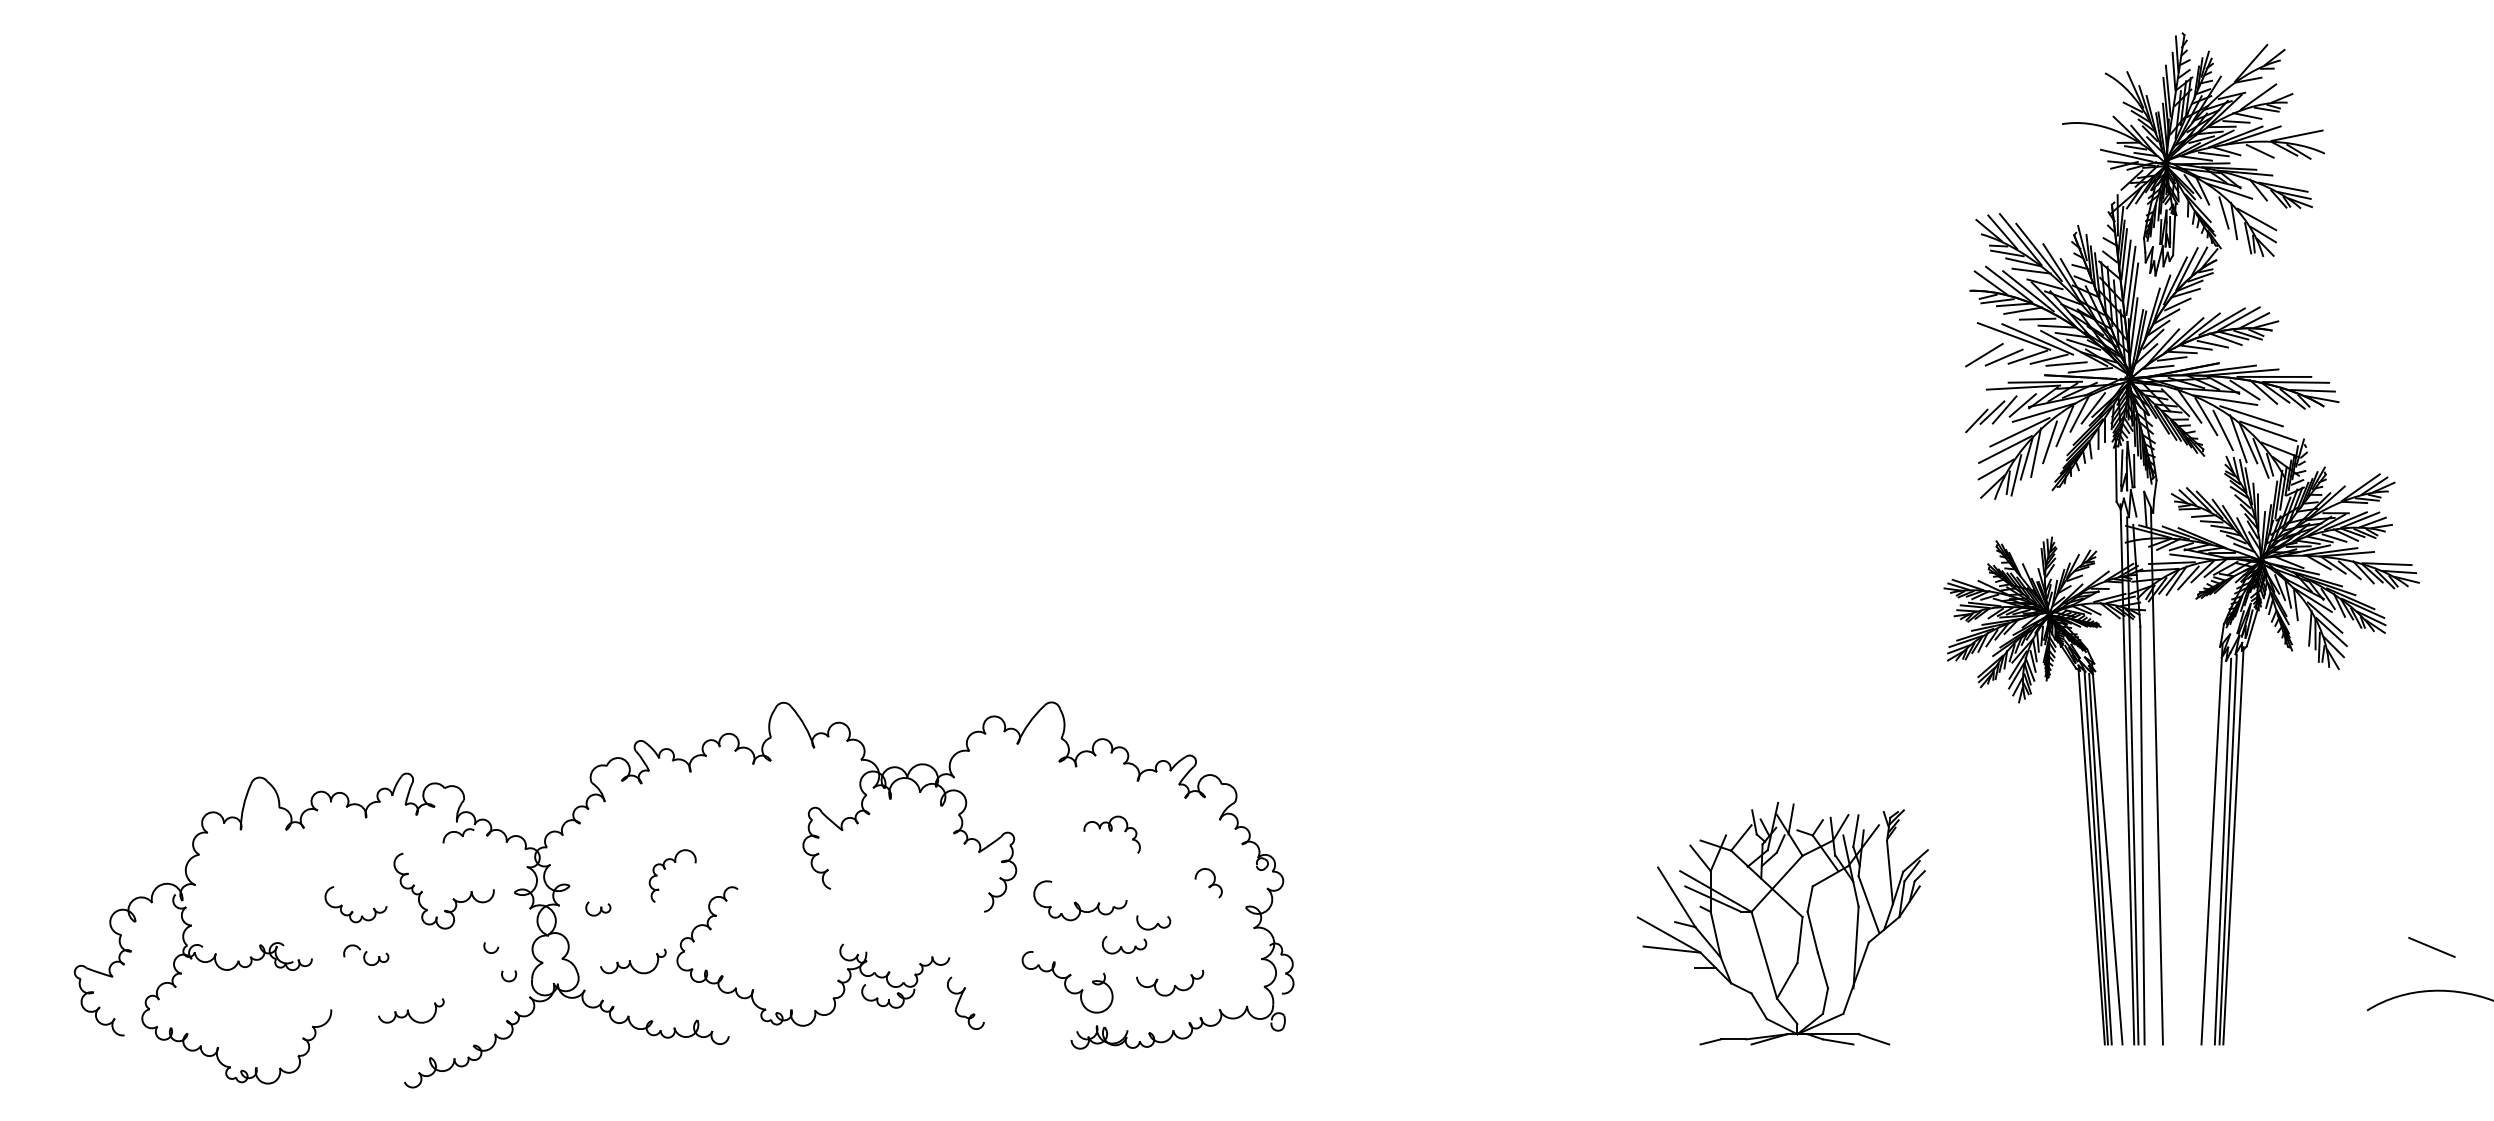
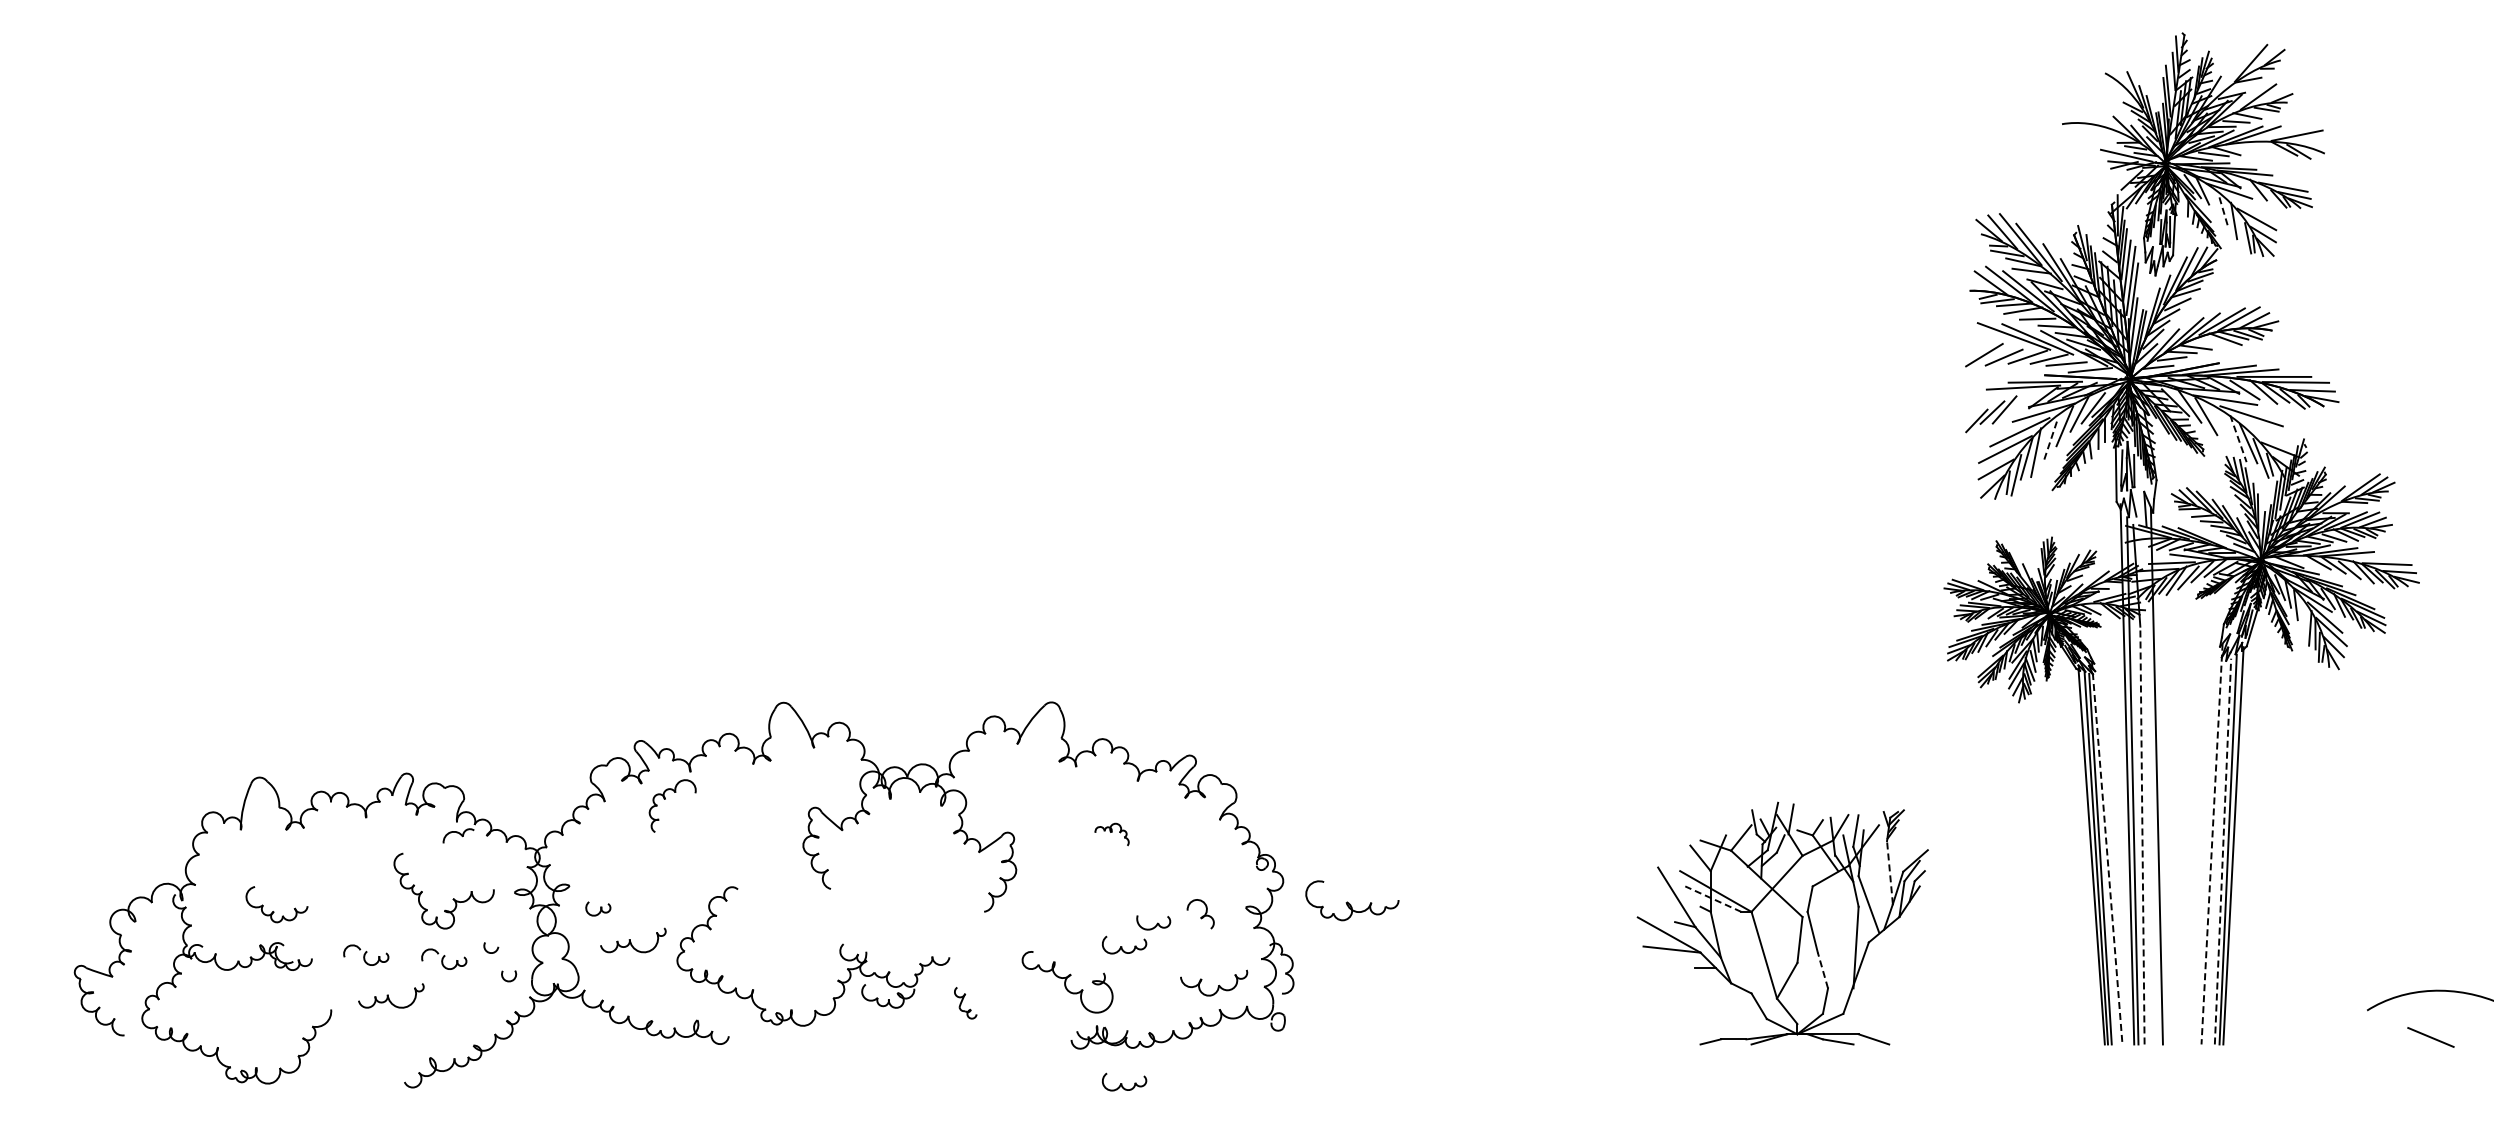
line at (2259, 150): present -> none
line at (2224, 213): solid -> dashed
line at (2212, 343): present -> none
line at (2022, 405): present -> none
line at (2222, 430): present -> none
line at (2268, 431): present -> none
line at (2238, 438): solid -> dashed
line at (2050, 442): solid -> dashed
part at (1111, 834) size: 58x39 px -> 36x25 px
line at (2142, 835): solid -> dashed
line at (2212, 844): solid -> dashed
line at (2223, 851): solid -> dashed
line at (2107, 853): solid -> dashed
part at (665, 869) position: (665, 869) -> (665, 799)
line at (1889, 872): solid -> dashed
part at (1208, 883) position: (1208, 883) -> (1200, 914)
line at (1713, 899): solid -> dashed
part at (1080, 900) position: (1080, 900) -> (1352, 900)
part at (353, 911) position: (353, 911) -> (274, 911)
line at (2431, 947) position: (2431, 947) -> (2430, 1037)
part at (444, 958): none -> present
part at (633, 961) position: (633, 961) -> (633, 940)
line at (1822, 970): solid -> dashed
part at (1170, 982) position: (1170, 982) -> (1214, 982)
part at (965, 1002) size: 39x54 px -> 24x33 px
part at (411, 1010) position: (411, 1010) -> (391, 995)
part at (1124, 1081): none -> present
